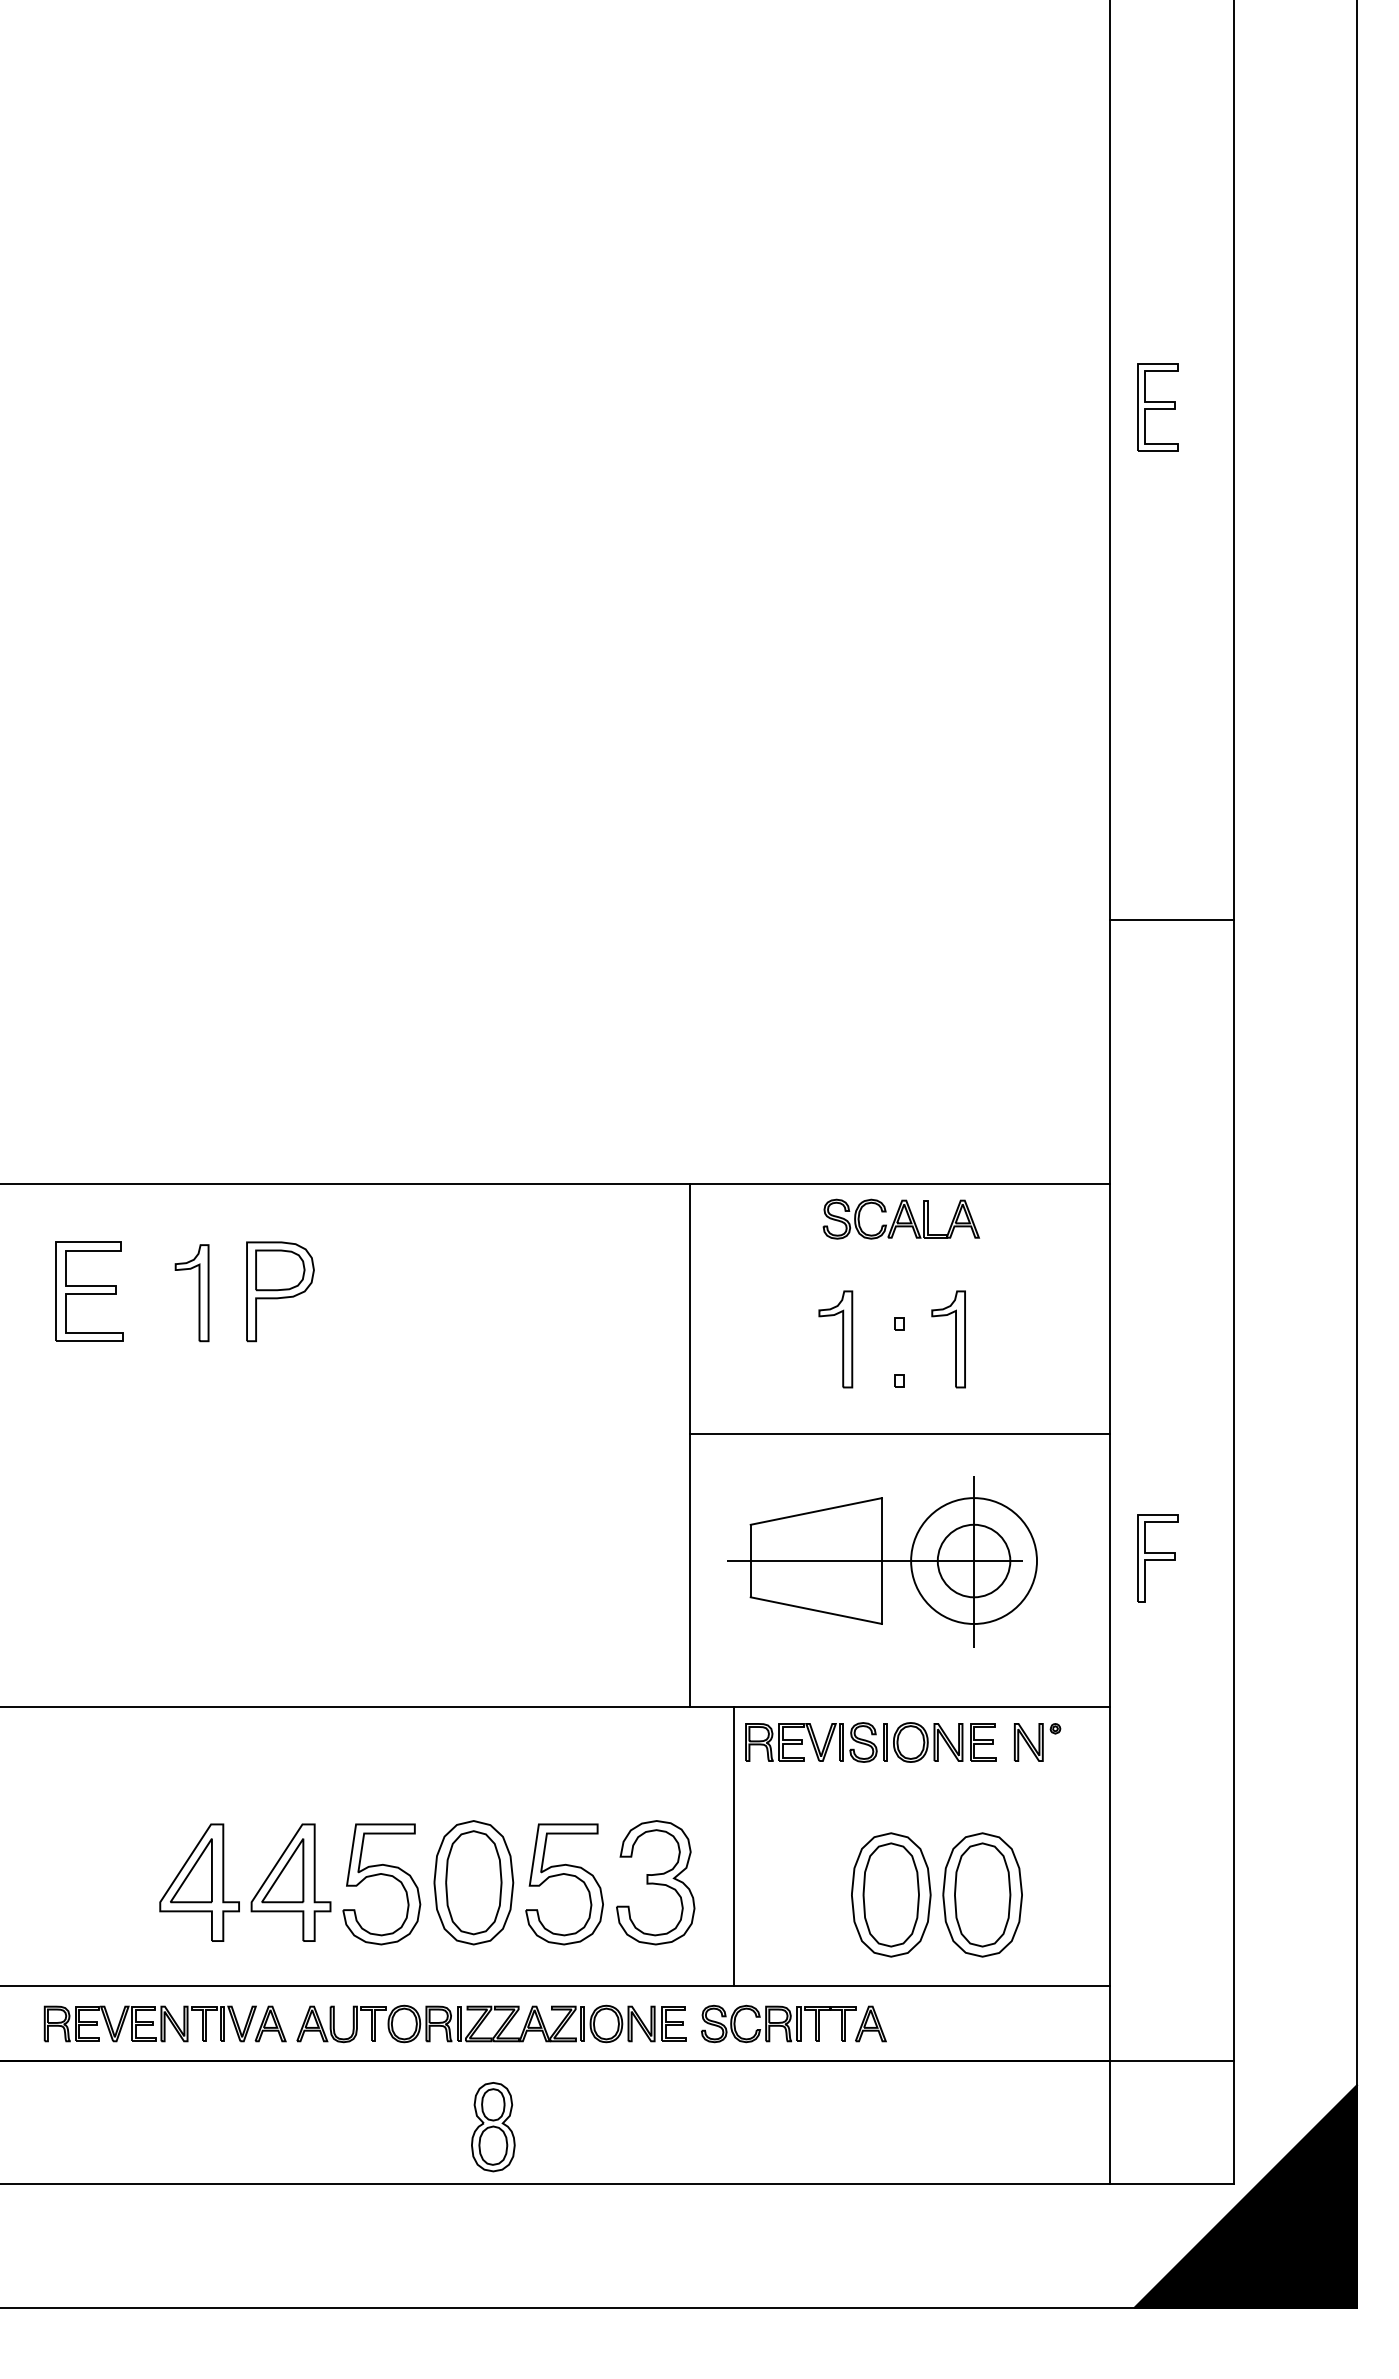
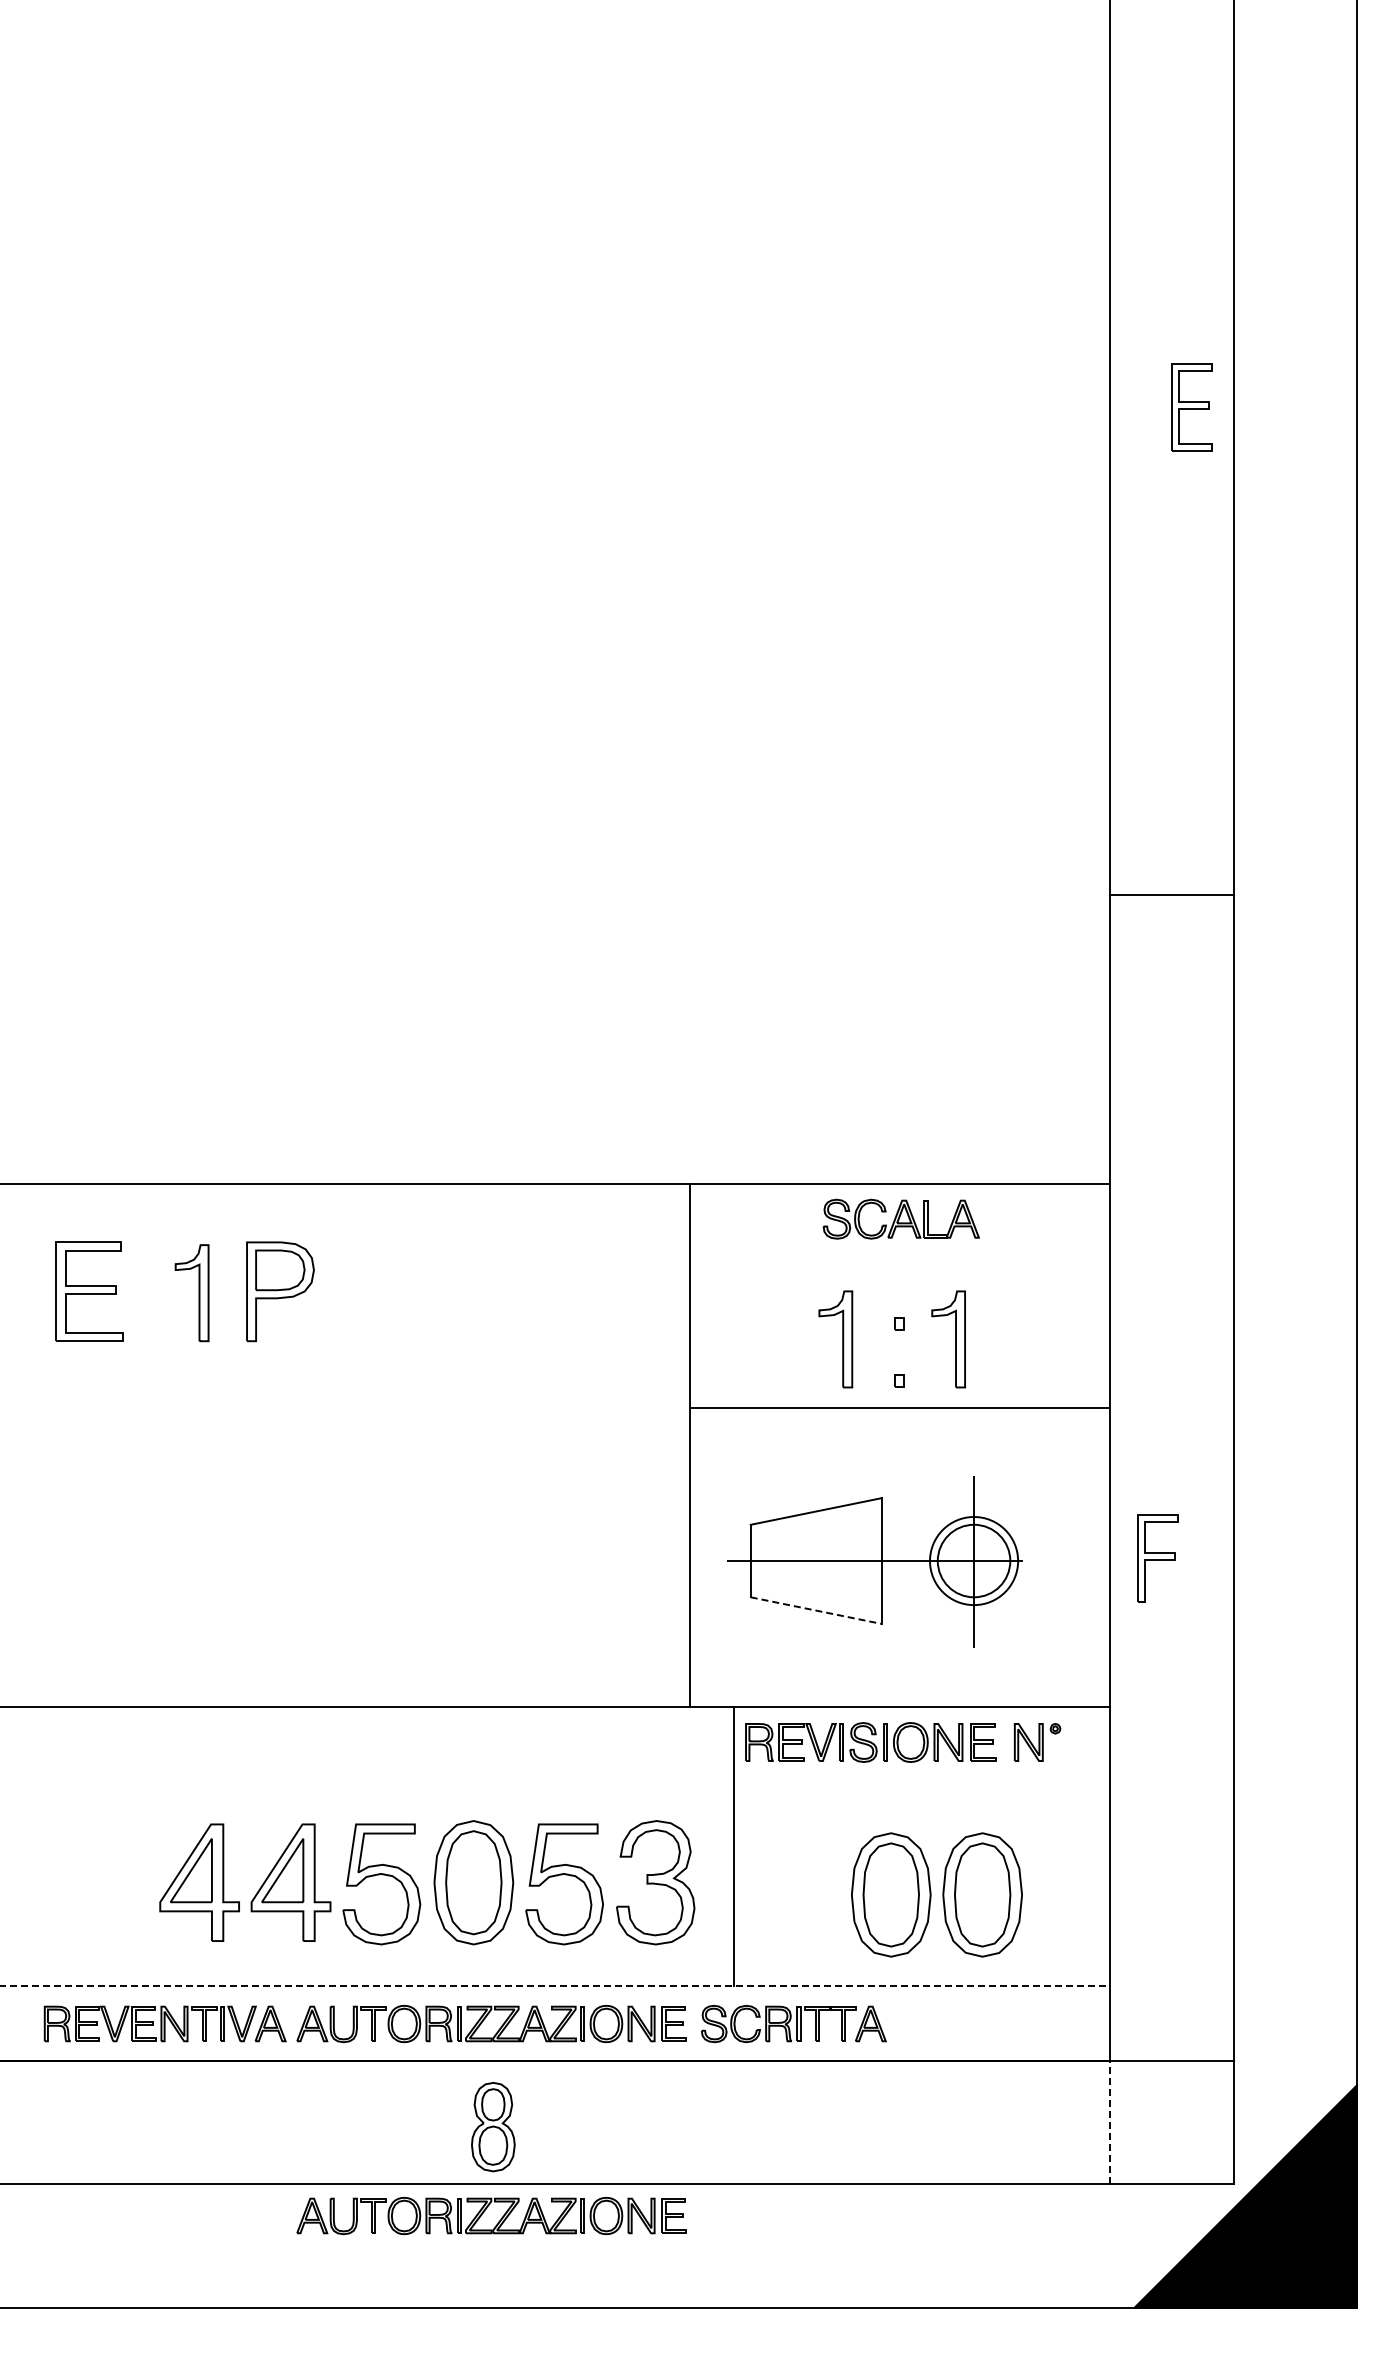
part at (1157, 407) position: (1157, 407) -> (1191, 407)
line at (1171, 920) position: (1171, 920) -> (1171, 895)
line at (899, 1433) position: (899, 1433) -> (899, 1407)
circle at (974, 1560) diameter: 126 px -> 88 px
line at (816, 1610): solid -> dashed
line at (555, 1986): solid -> dashed
line at (1109, 2122): solid -> dashed
part at (484, 2212): none -> present
